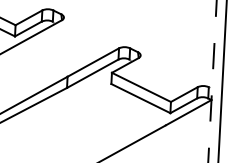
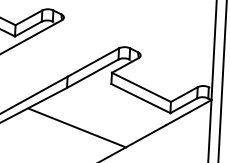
line at (212, 81): dashed -> solid
line at (77, 127): none -> present
